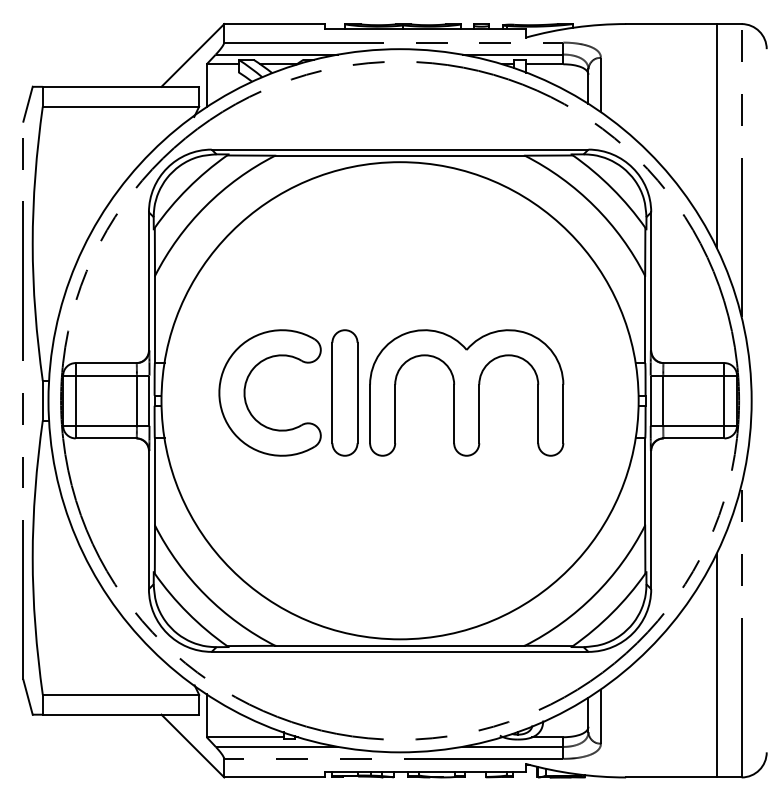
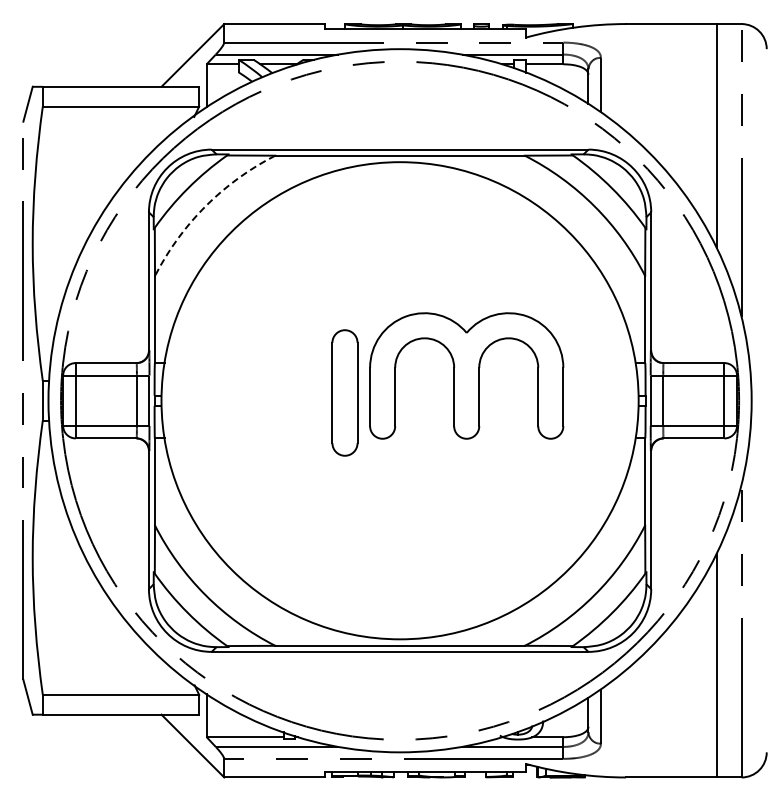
arc at (205, 206): solid -> dashed
part at (245, 392): present -> none
part at (466, 392) position: (466, 392) -> (466, 375)
